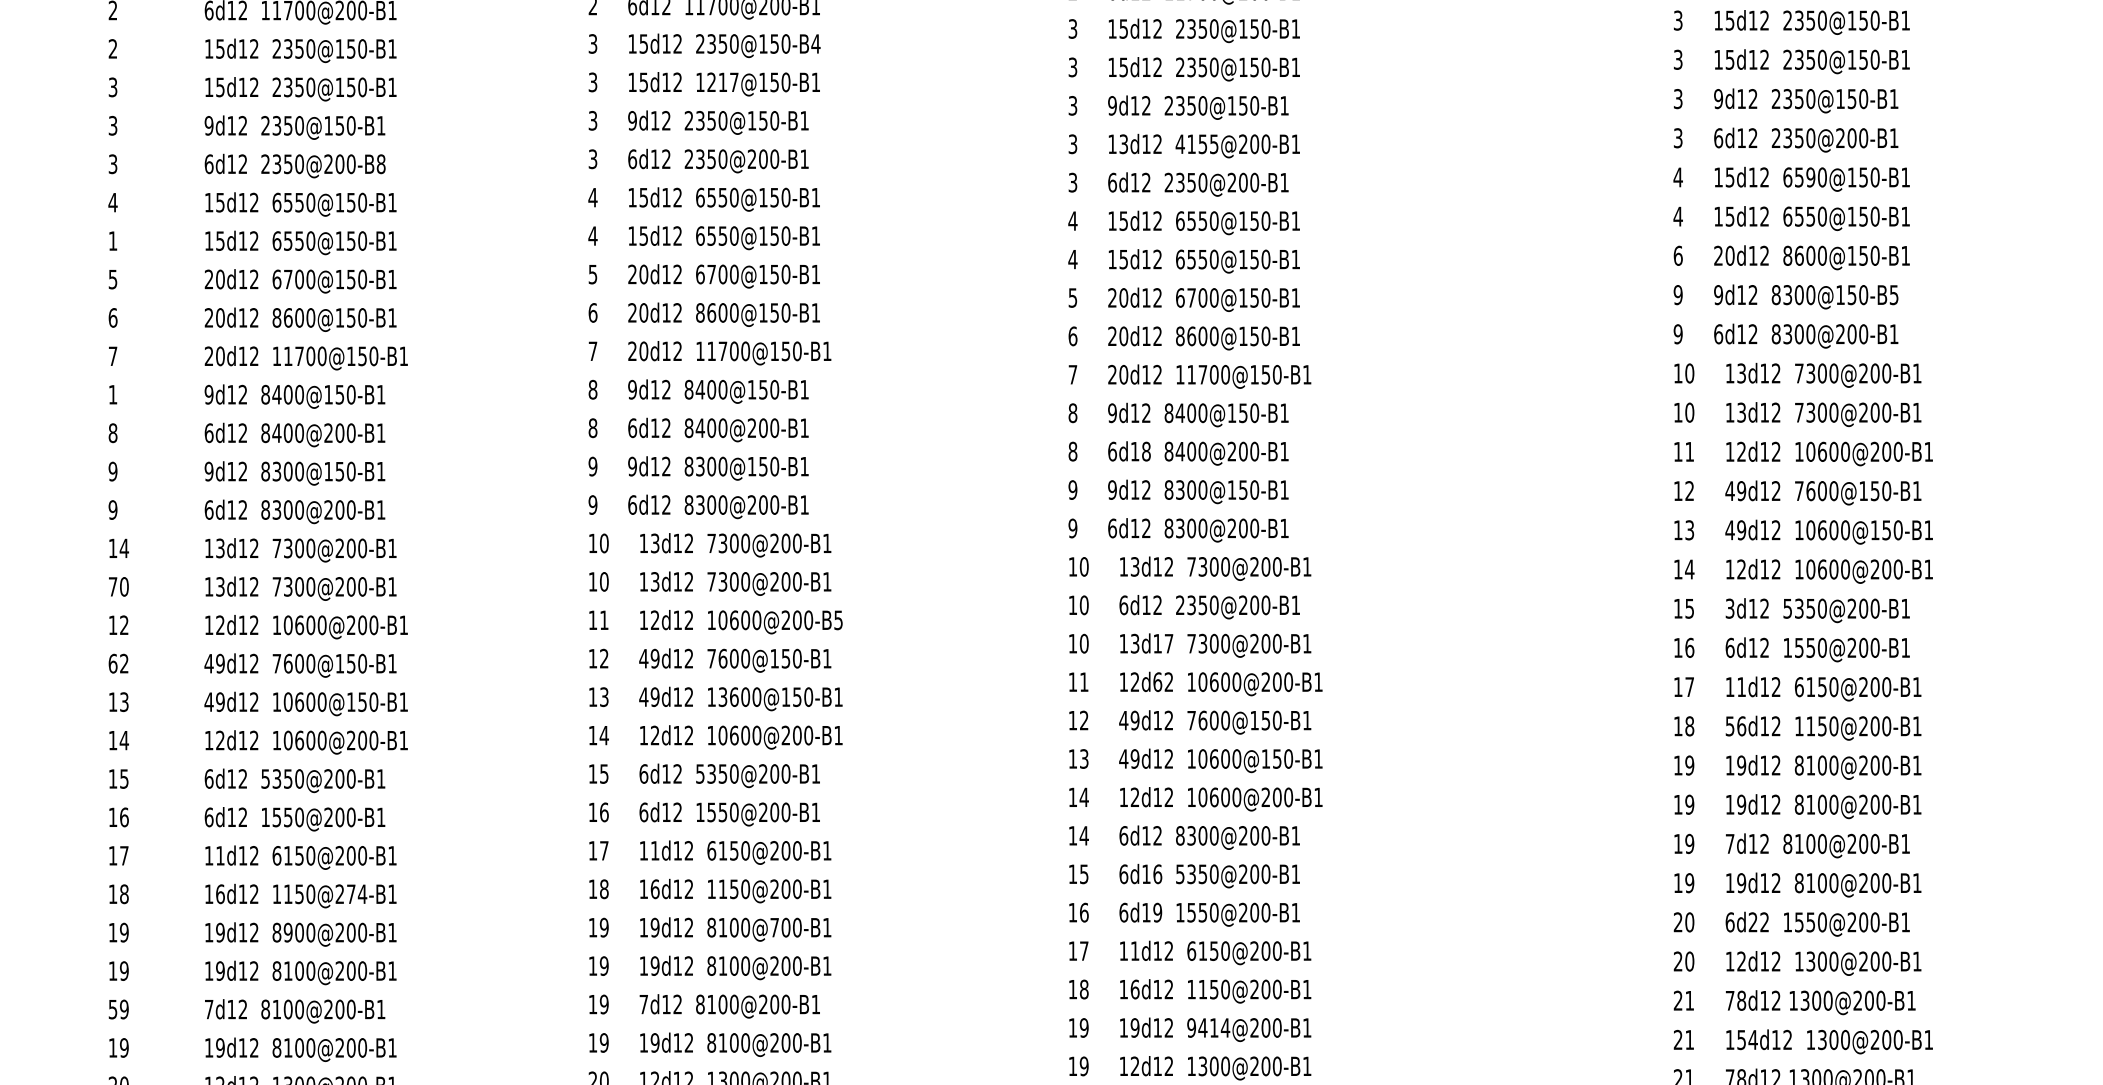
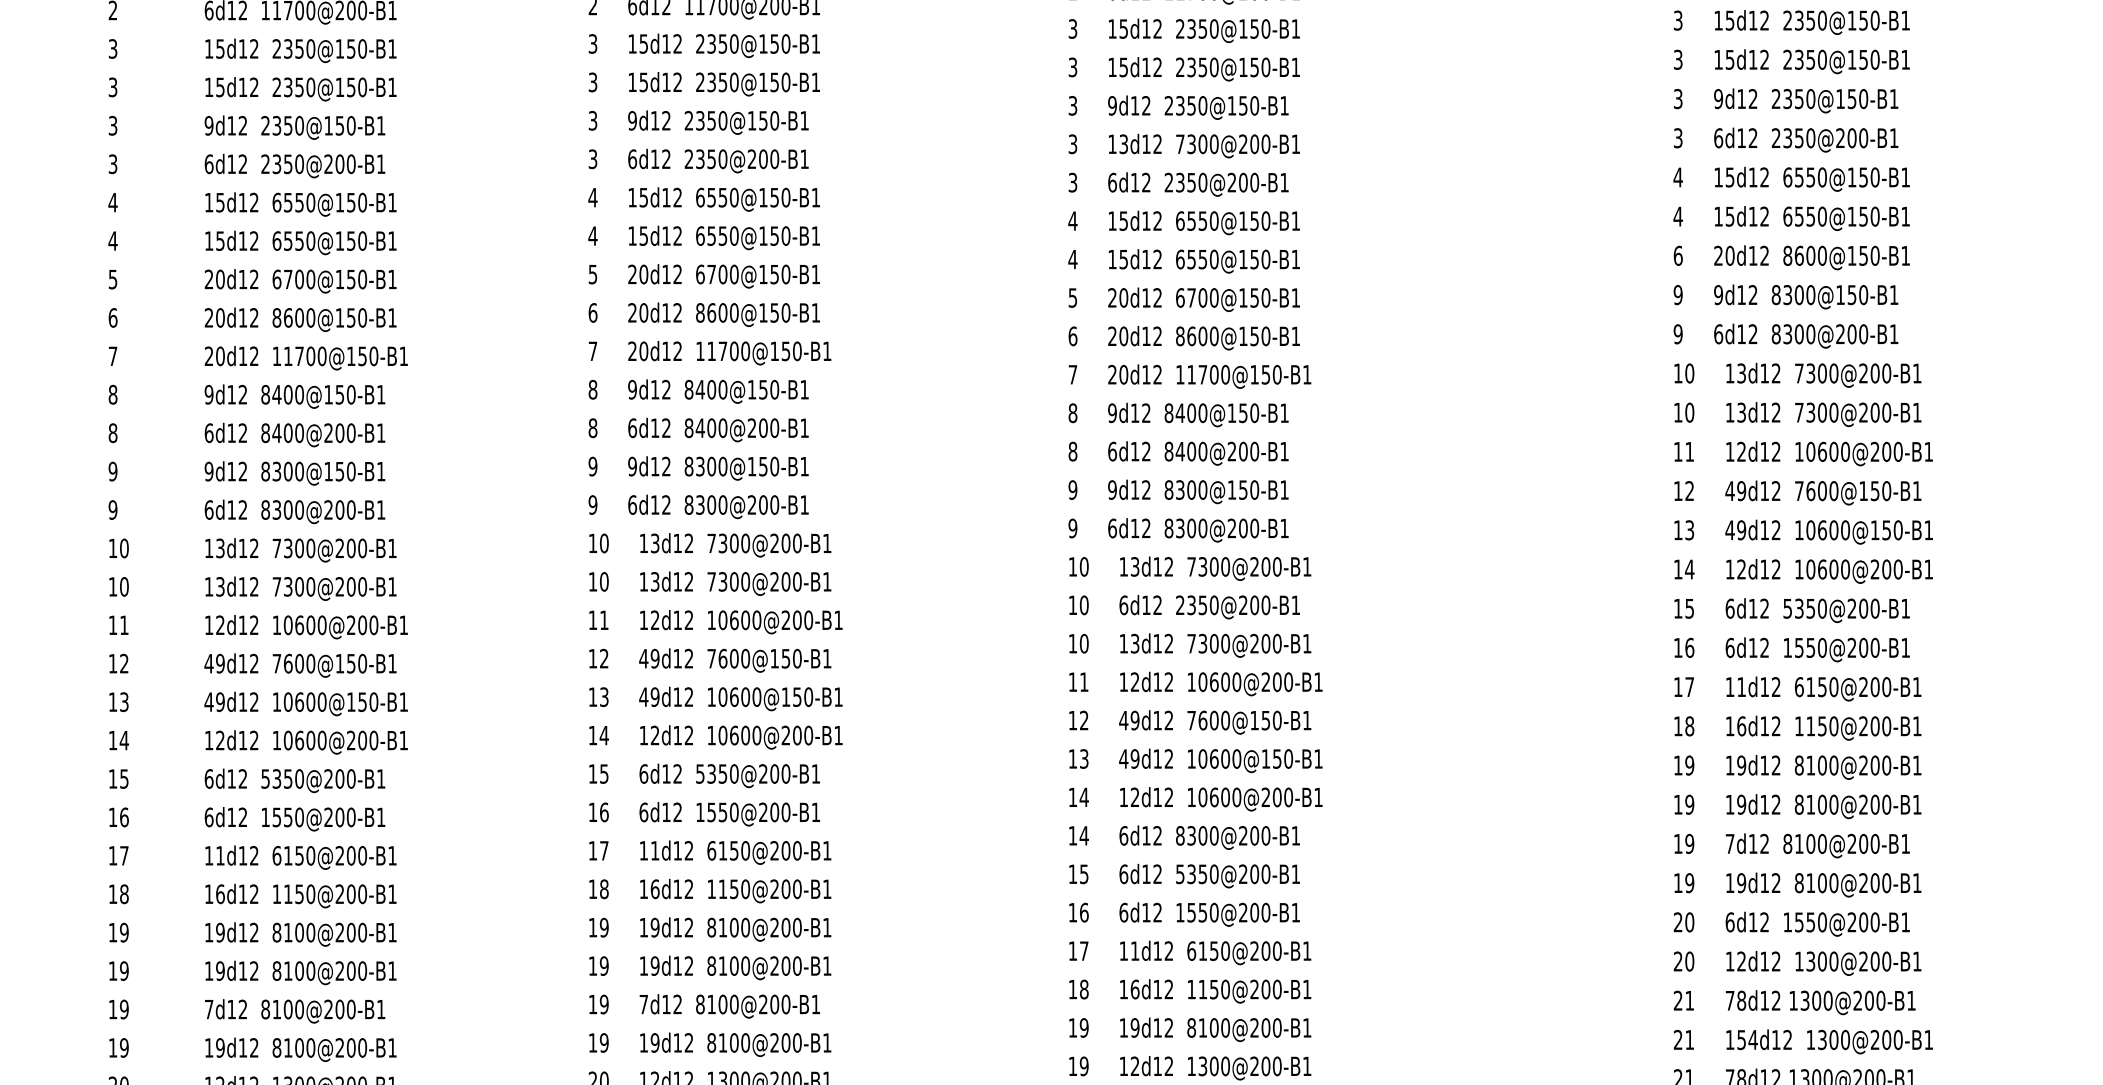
text at (815, 43): 2350@150-B4 -> 2350@150-B1
text at (112, 48): 2 -> 3
text at (717, 82): 1217@150-B1 -> 2350@150-B1
text at (1196, 144): 4155@200-B1 -> 7300@200-B1
text at (380, 164): 2350@200-B8 -> 2350@200-B1
text at (1810, 177): 6590@150-B1 -> 6550@150-B1
text at (112, 240): 1 -> 4
text at (1893, 295): 8300@150-B5 -> 8300@150-B1
text at (112, 394): 1 -> 8
text at (1146, 451): 6d18 -> 6d12
text at (123, 548): 14 -> 10
text at (113, 586): 70 -> 10
text at (1729, 608): 3d12 -> 6d12
text at (838, 620): 10600@200-B5 -> 10600@200-B1
text at (124, 624): 12 -> 11
text at (1168, 643): 13d17 -> 13d12
text at (112, 663): 62 -> 12
text at (1157, 682): 12d62 -> 12d12
text at (722, 696): 13600@150-B1 -> 10600@150-B1
text at (1729, 726): 56d12 -> 16d12
text at (1157, 874): 6d16 -> 6d12
text at (356, 894): 1150@274-B1 -> 1150@200-B1
text at (1157, 912): 6d19 -> 6d12
text at (1752, 922): 6d22 -> 6d12
text at (774, 927): 8100@700-B1 -> 8100@200-B1
text at (287, 932): 8900@200-B1 -> 8100@200-B1
text at (112, 1009): 59 -> 19
text at (1208, 1027): 9414@200-B1 -> 8100@200-B1
